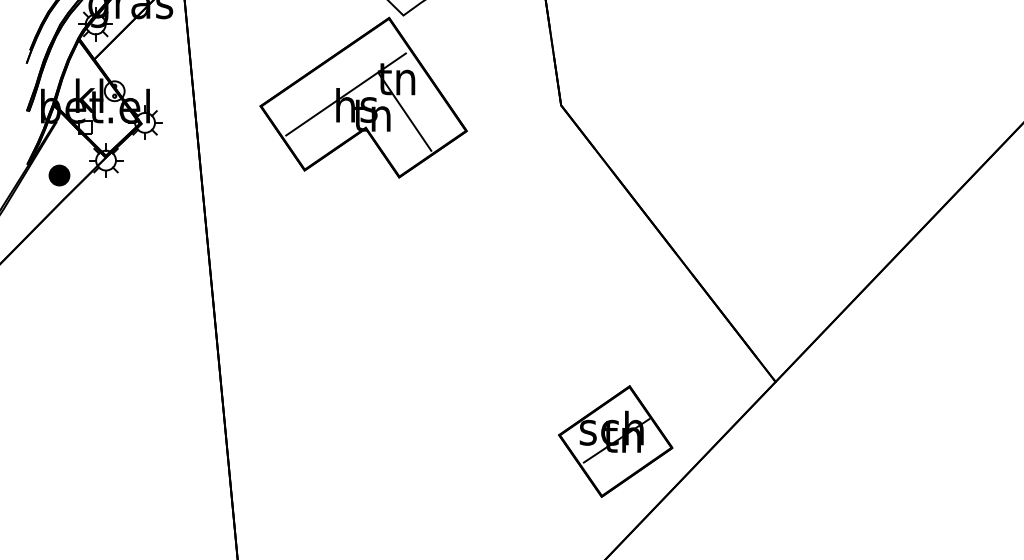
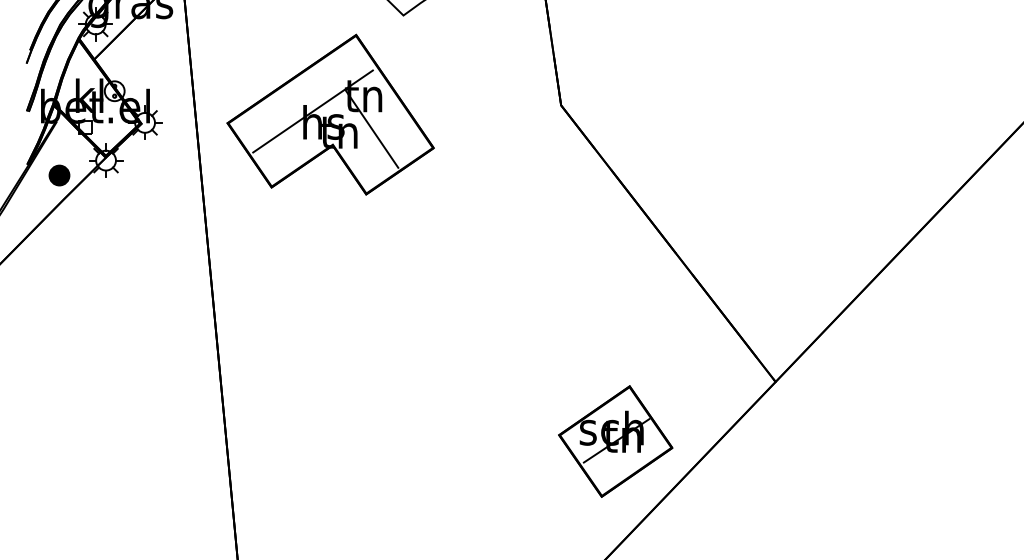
part at (363, 97) position: (363, 97) -> (330, 114)
